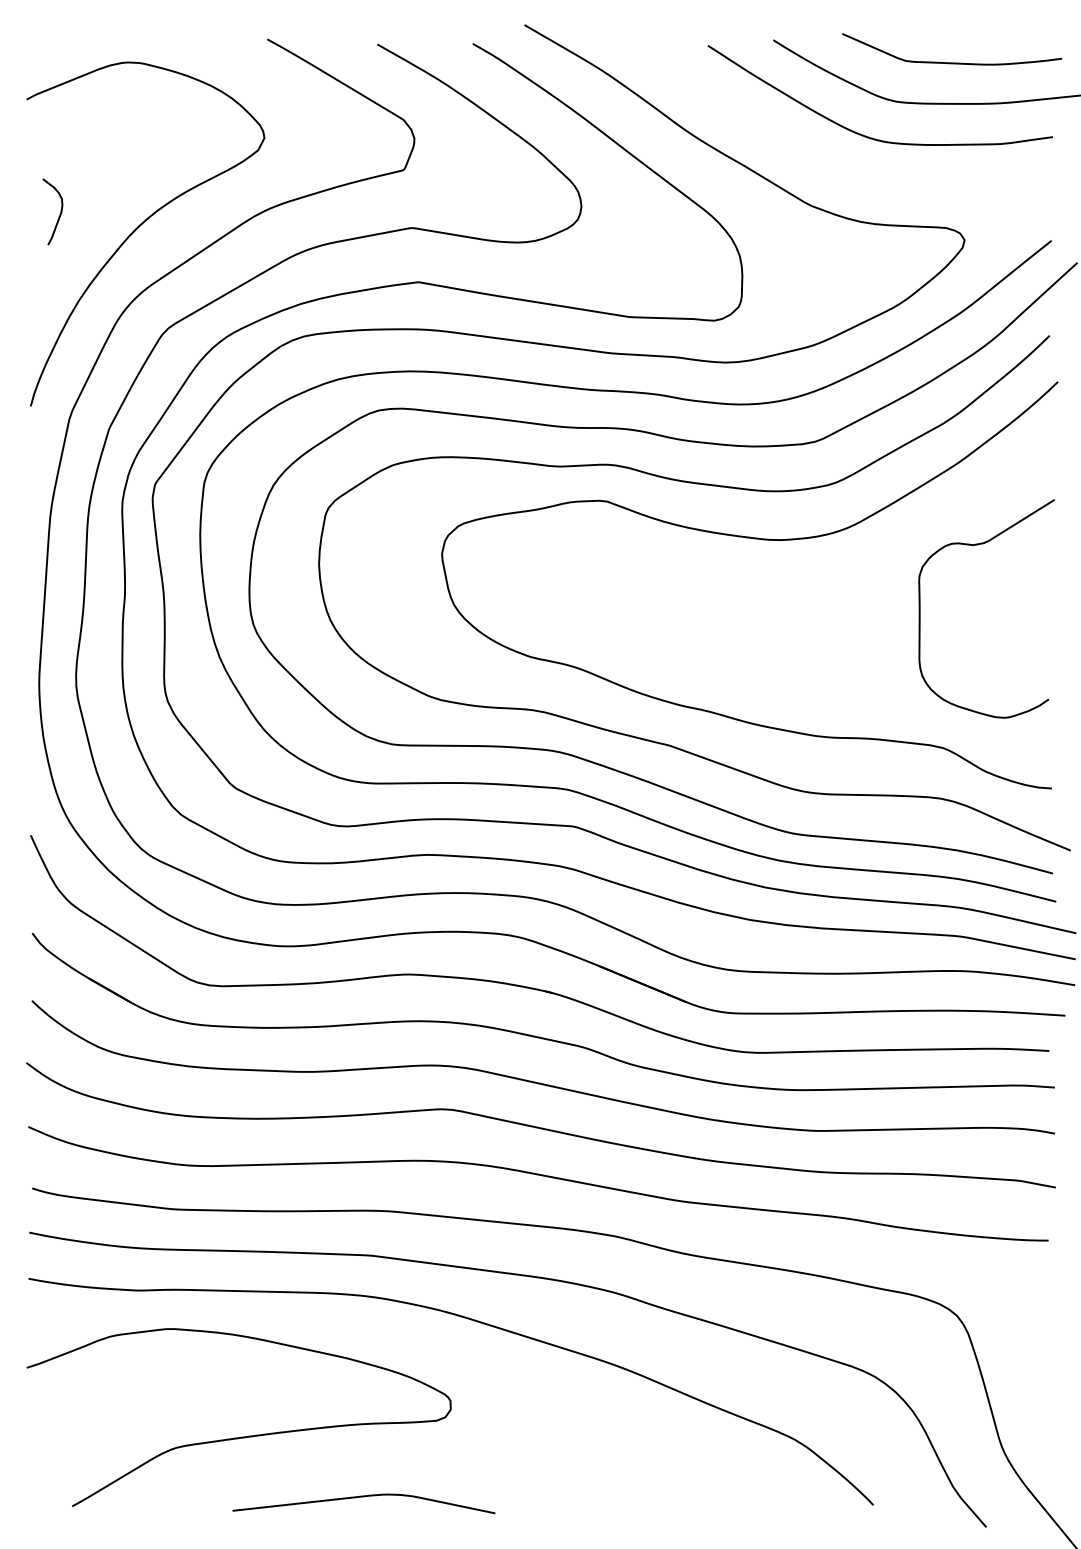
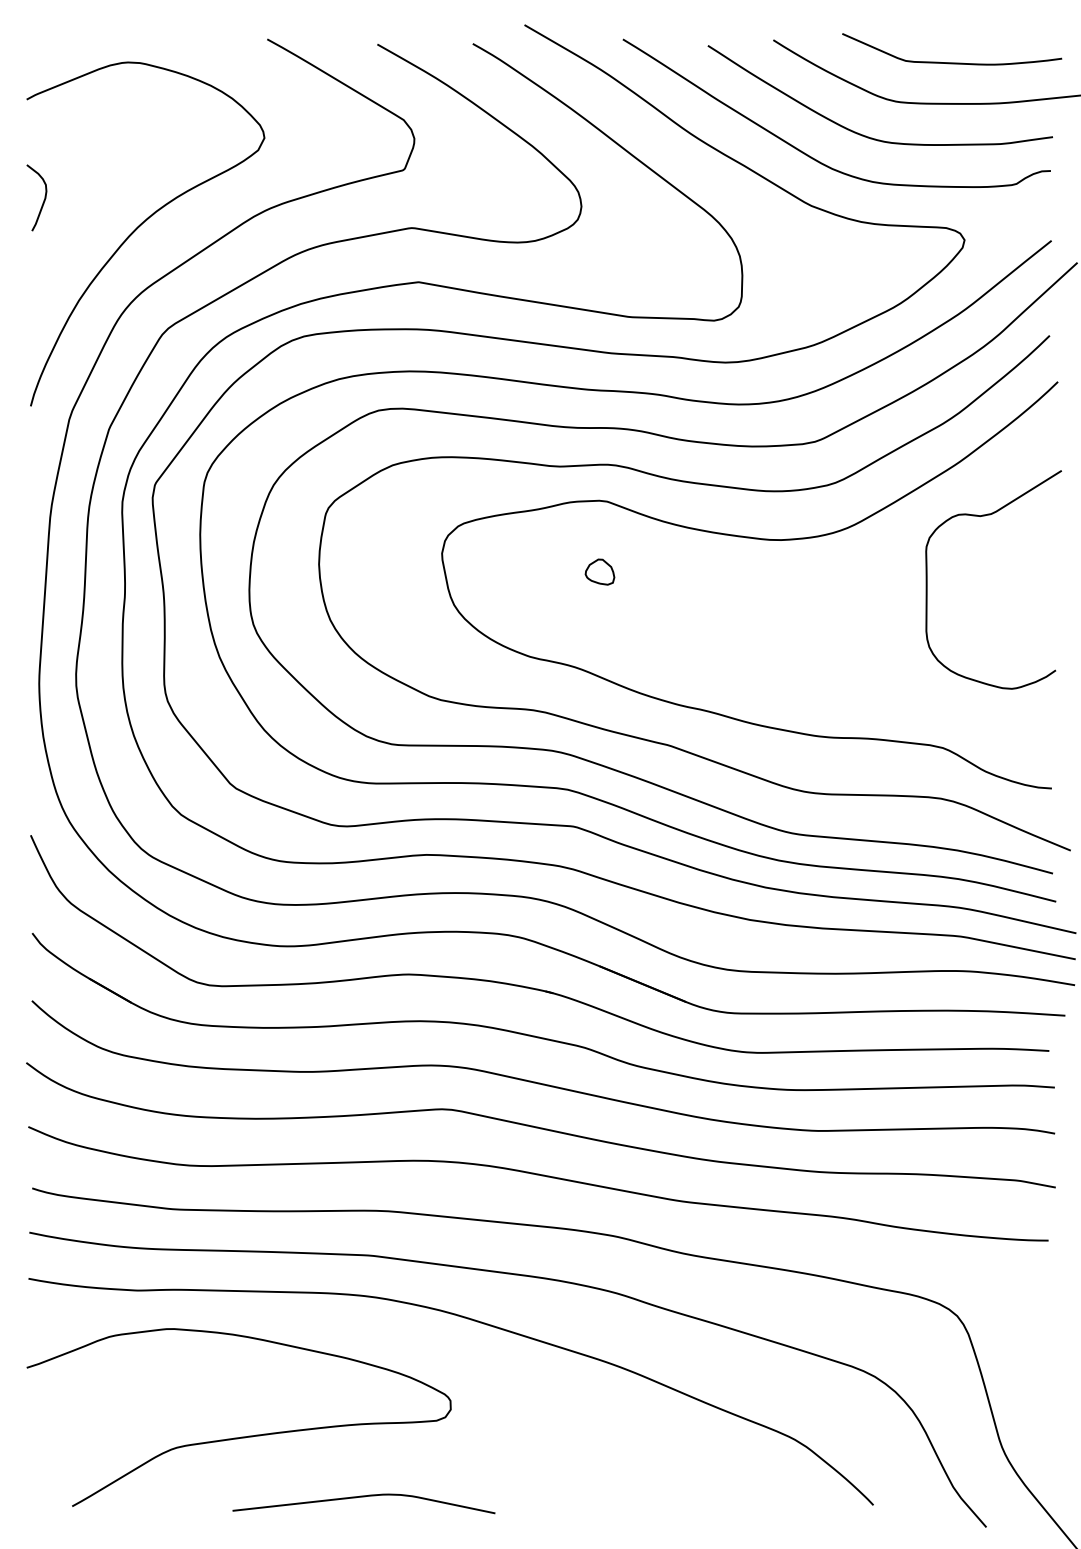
curve at (808, 154): none -> present
curve at (59, 214) position: (59, 214) -> (43, 200)
curve at (978, 545) position: (978, 545) -> (985, 516)
part at (599, 571): none -> present
